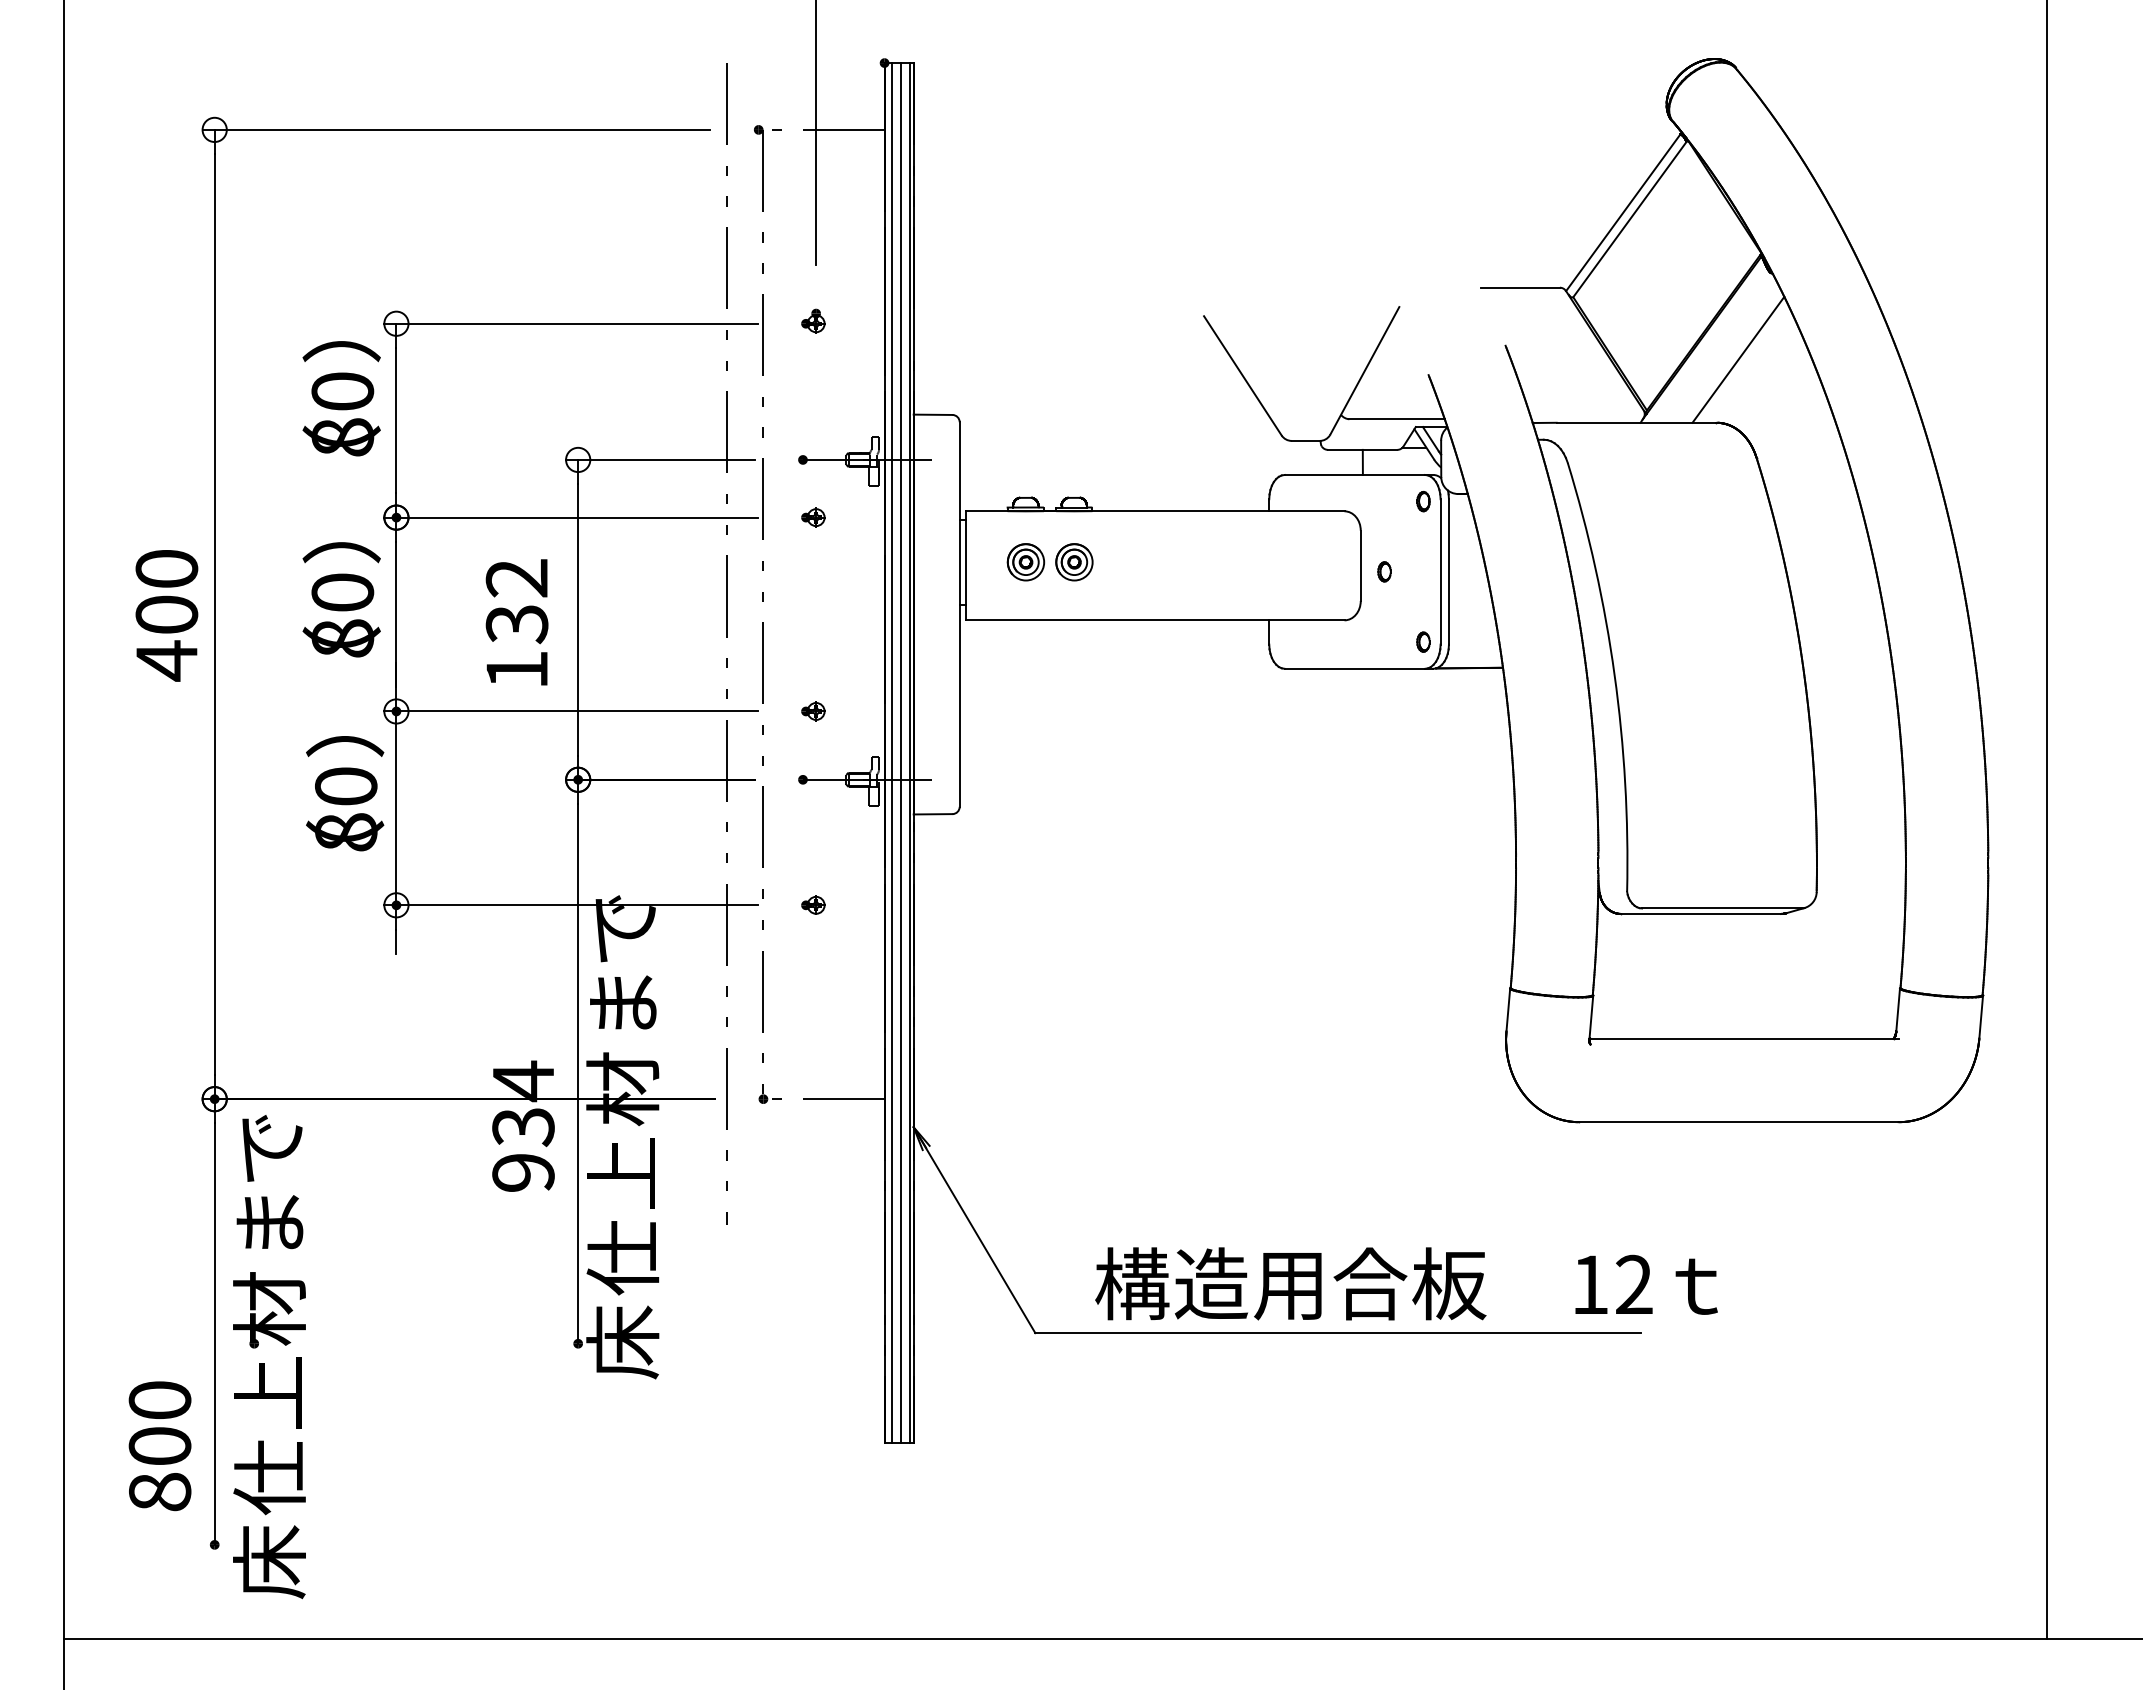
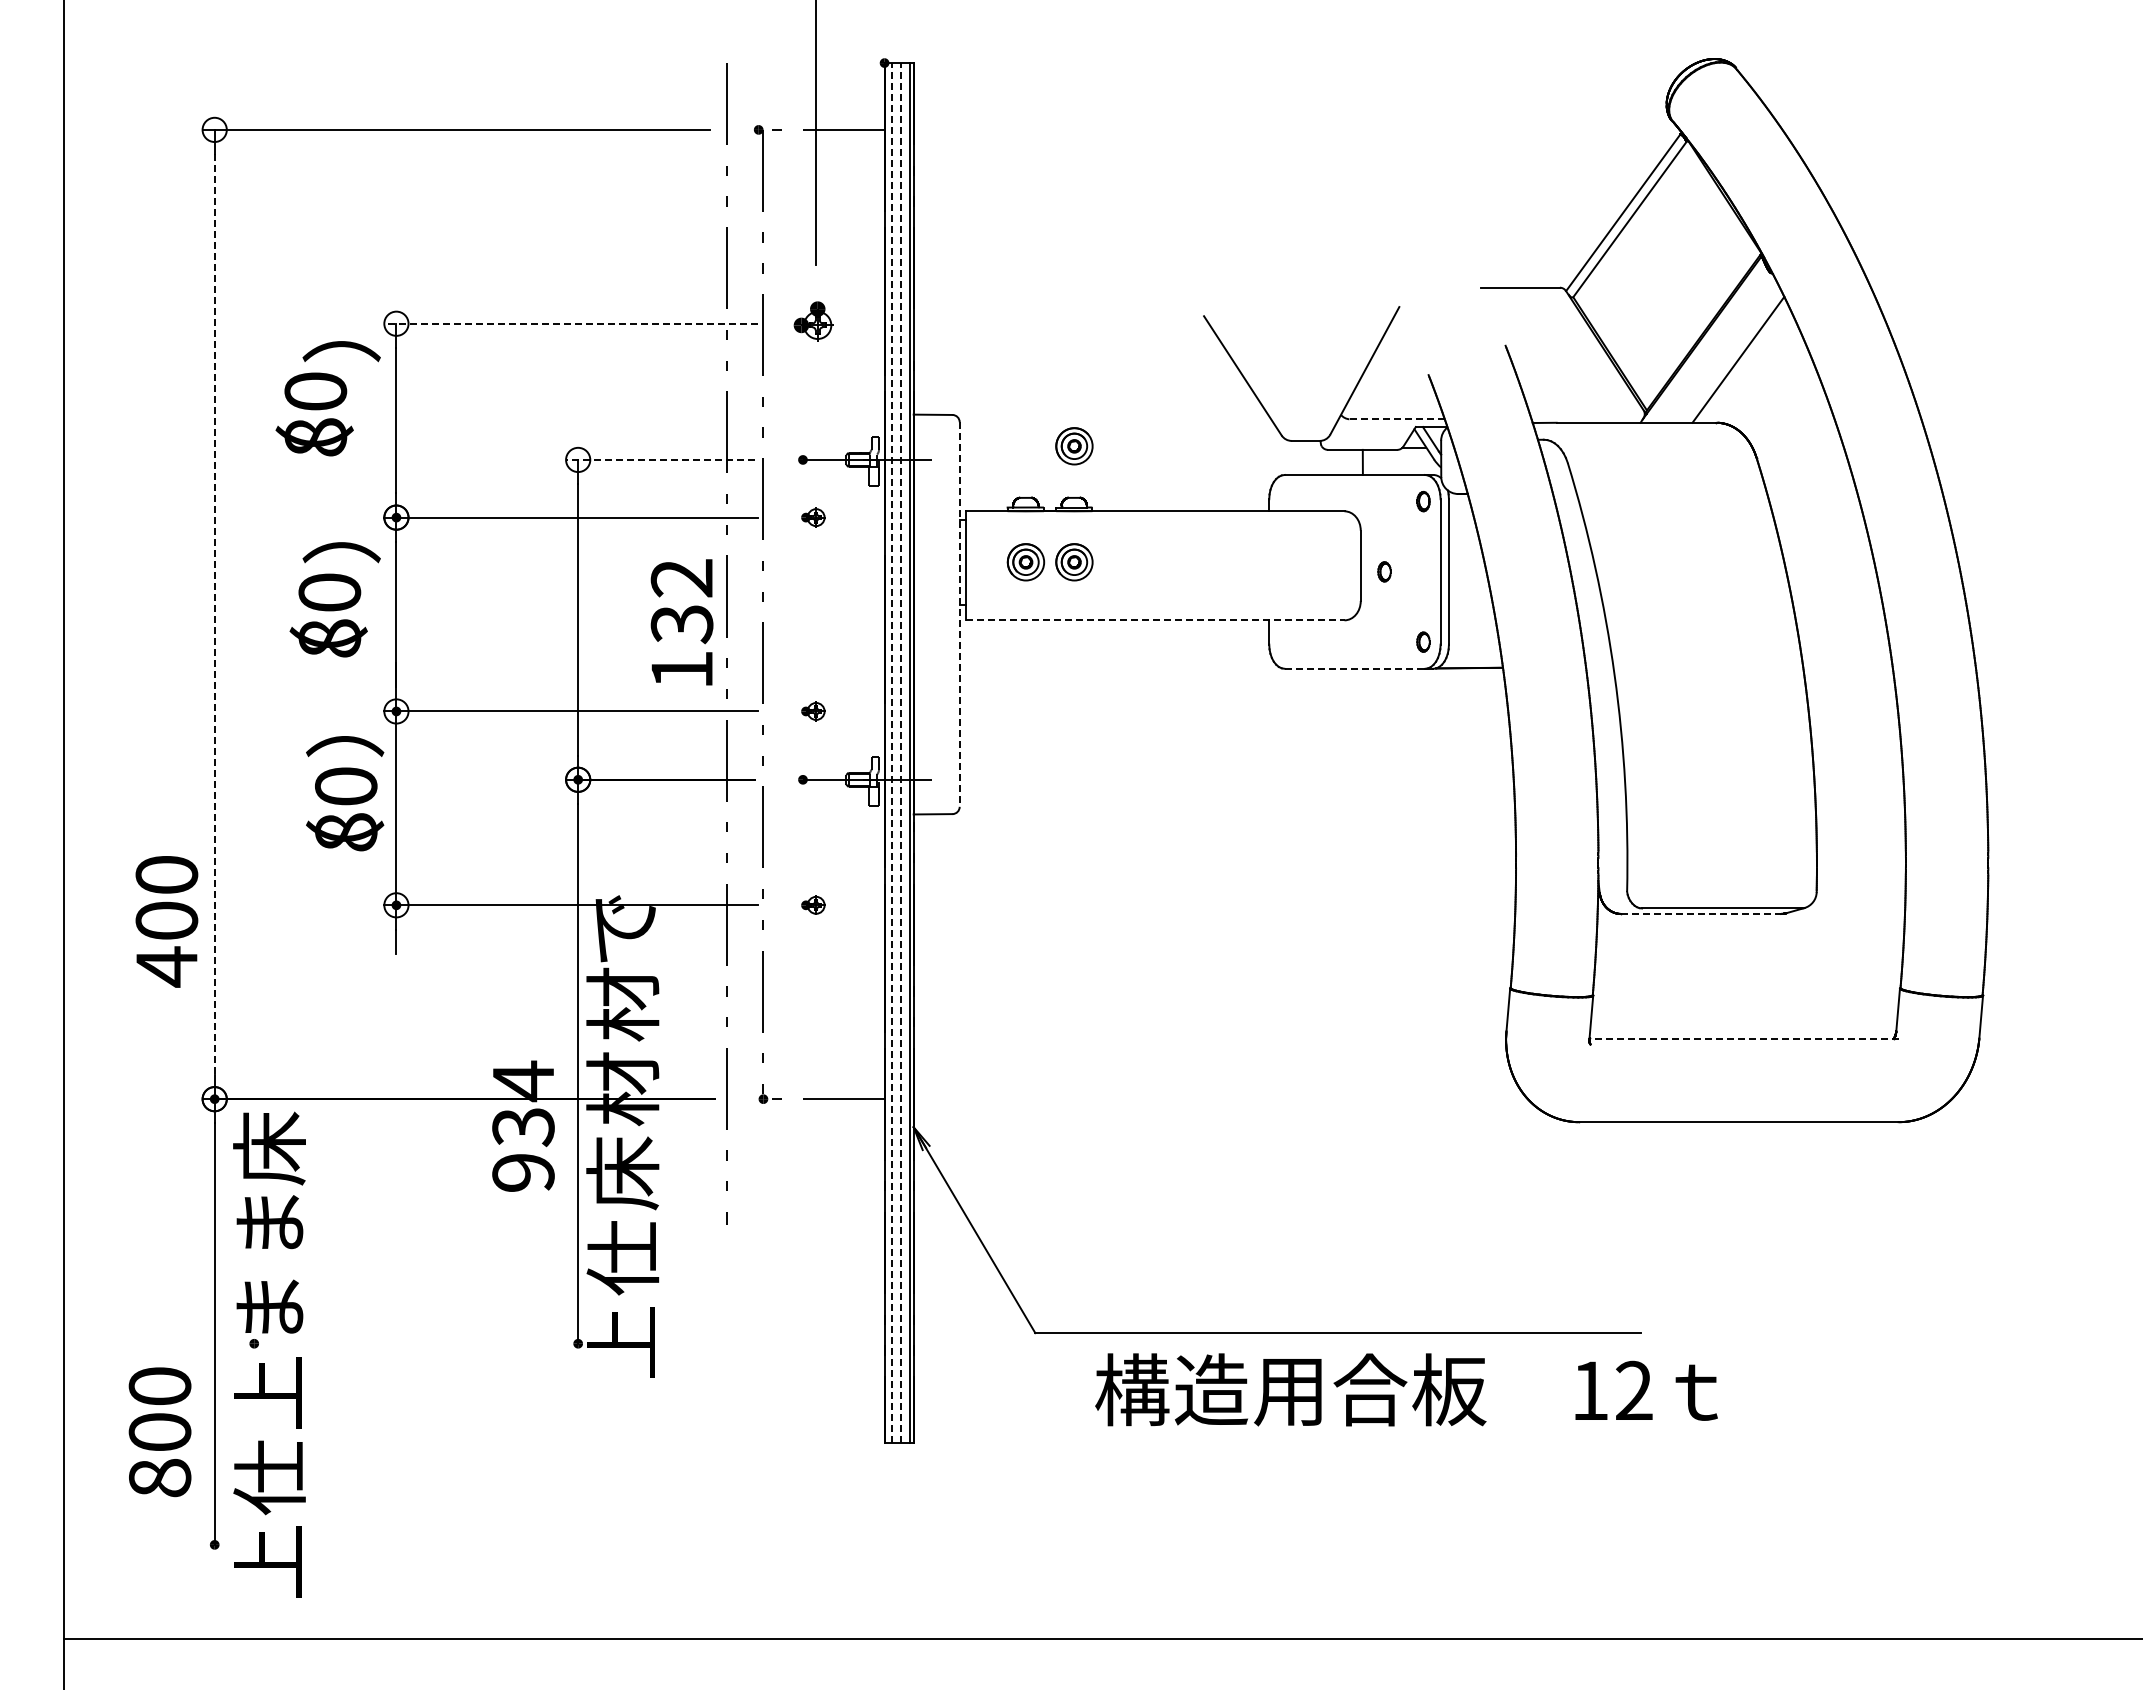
part at (813, 320) size: 25x26 px -> 41x41 px
line at (570, 323): solid -> dashed
text at (341, 414) position: (341, 414) -> (314, 414)
line at (1397, 419): solid -> dashed
part at (1074, 446): none -> present
line at (659, 459): solid -> dashed
text at (166, 615) position: (166, 615) -> (166, 921)
line at (214, 615): solid -> dashed
text at (341, 615) position: (341, 615) -> (328, 615)
line at (959, 615): solid -> dashed
line at (1155, 620): solid -> dashed
text at (516, 622) position: (516, 622) -> (681, 622)
line at (1355, 668): solid -> dashed
line at (891, 752): solid -> dashed
line at (900, 752): solid -> dashed
line at (2047, 820): present -> none
line at (1701, 913): solid -> dashed
text at (622, 1004): ま -> 材
line at (1744, 1038): solid -> dashed
text at (269, 1148): で -> 床
text at (622, 1173): 上 -> 床
text at (1406, 1283) position: (1406, 1283) -> (1406, 1389)
text at (269, 1308): 材 -> ま
text at (622, 1342): 床 -> 上
text at (159, 1446) position: (159, 1446) -> (159, 1432)
text at (269, 1562): 床 -> 上
